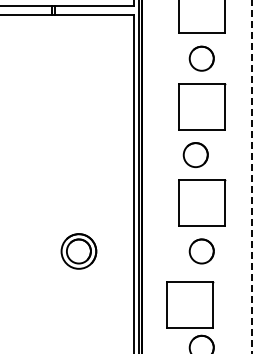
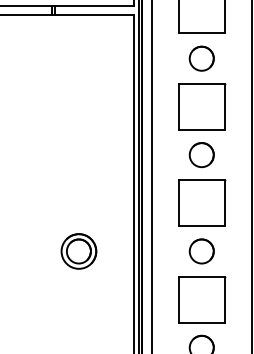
circle at (195, 155) position: (195, 155) -> (201, 155)
line at (151, 176): none -> present
line at (251, 176): dashed -> solid
part at (190, 304) position: (190, 304) -> (202, 299)
